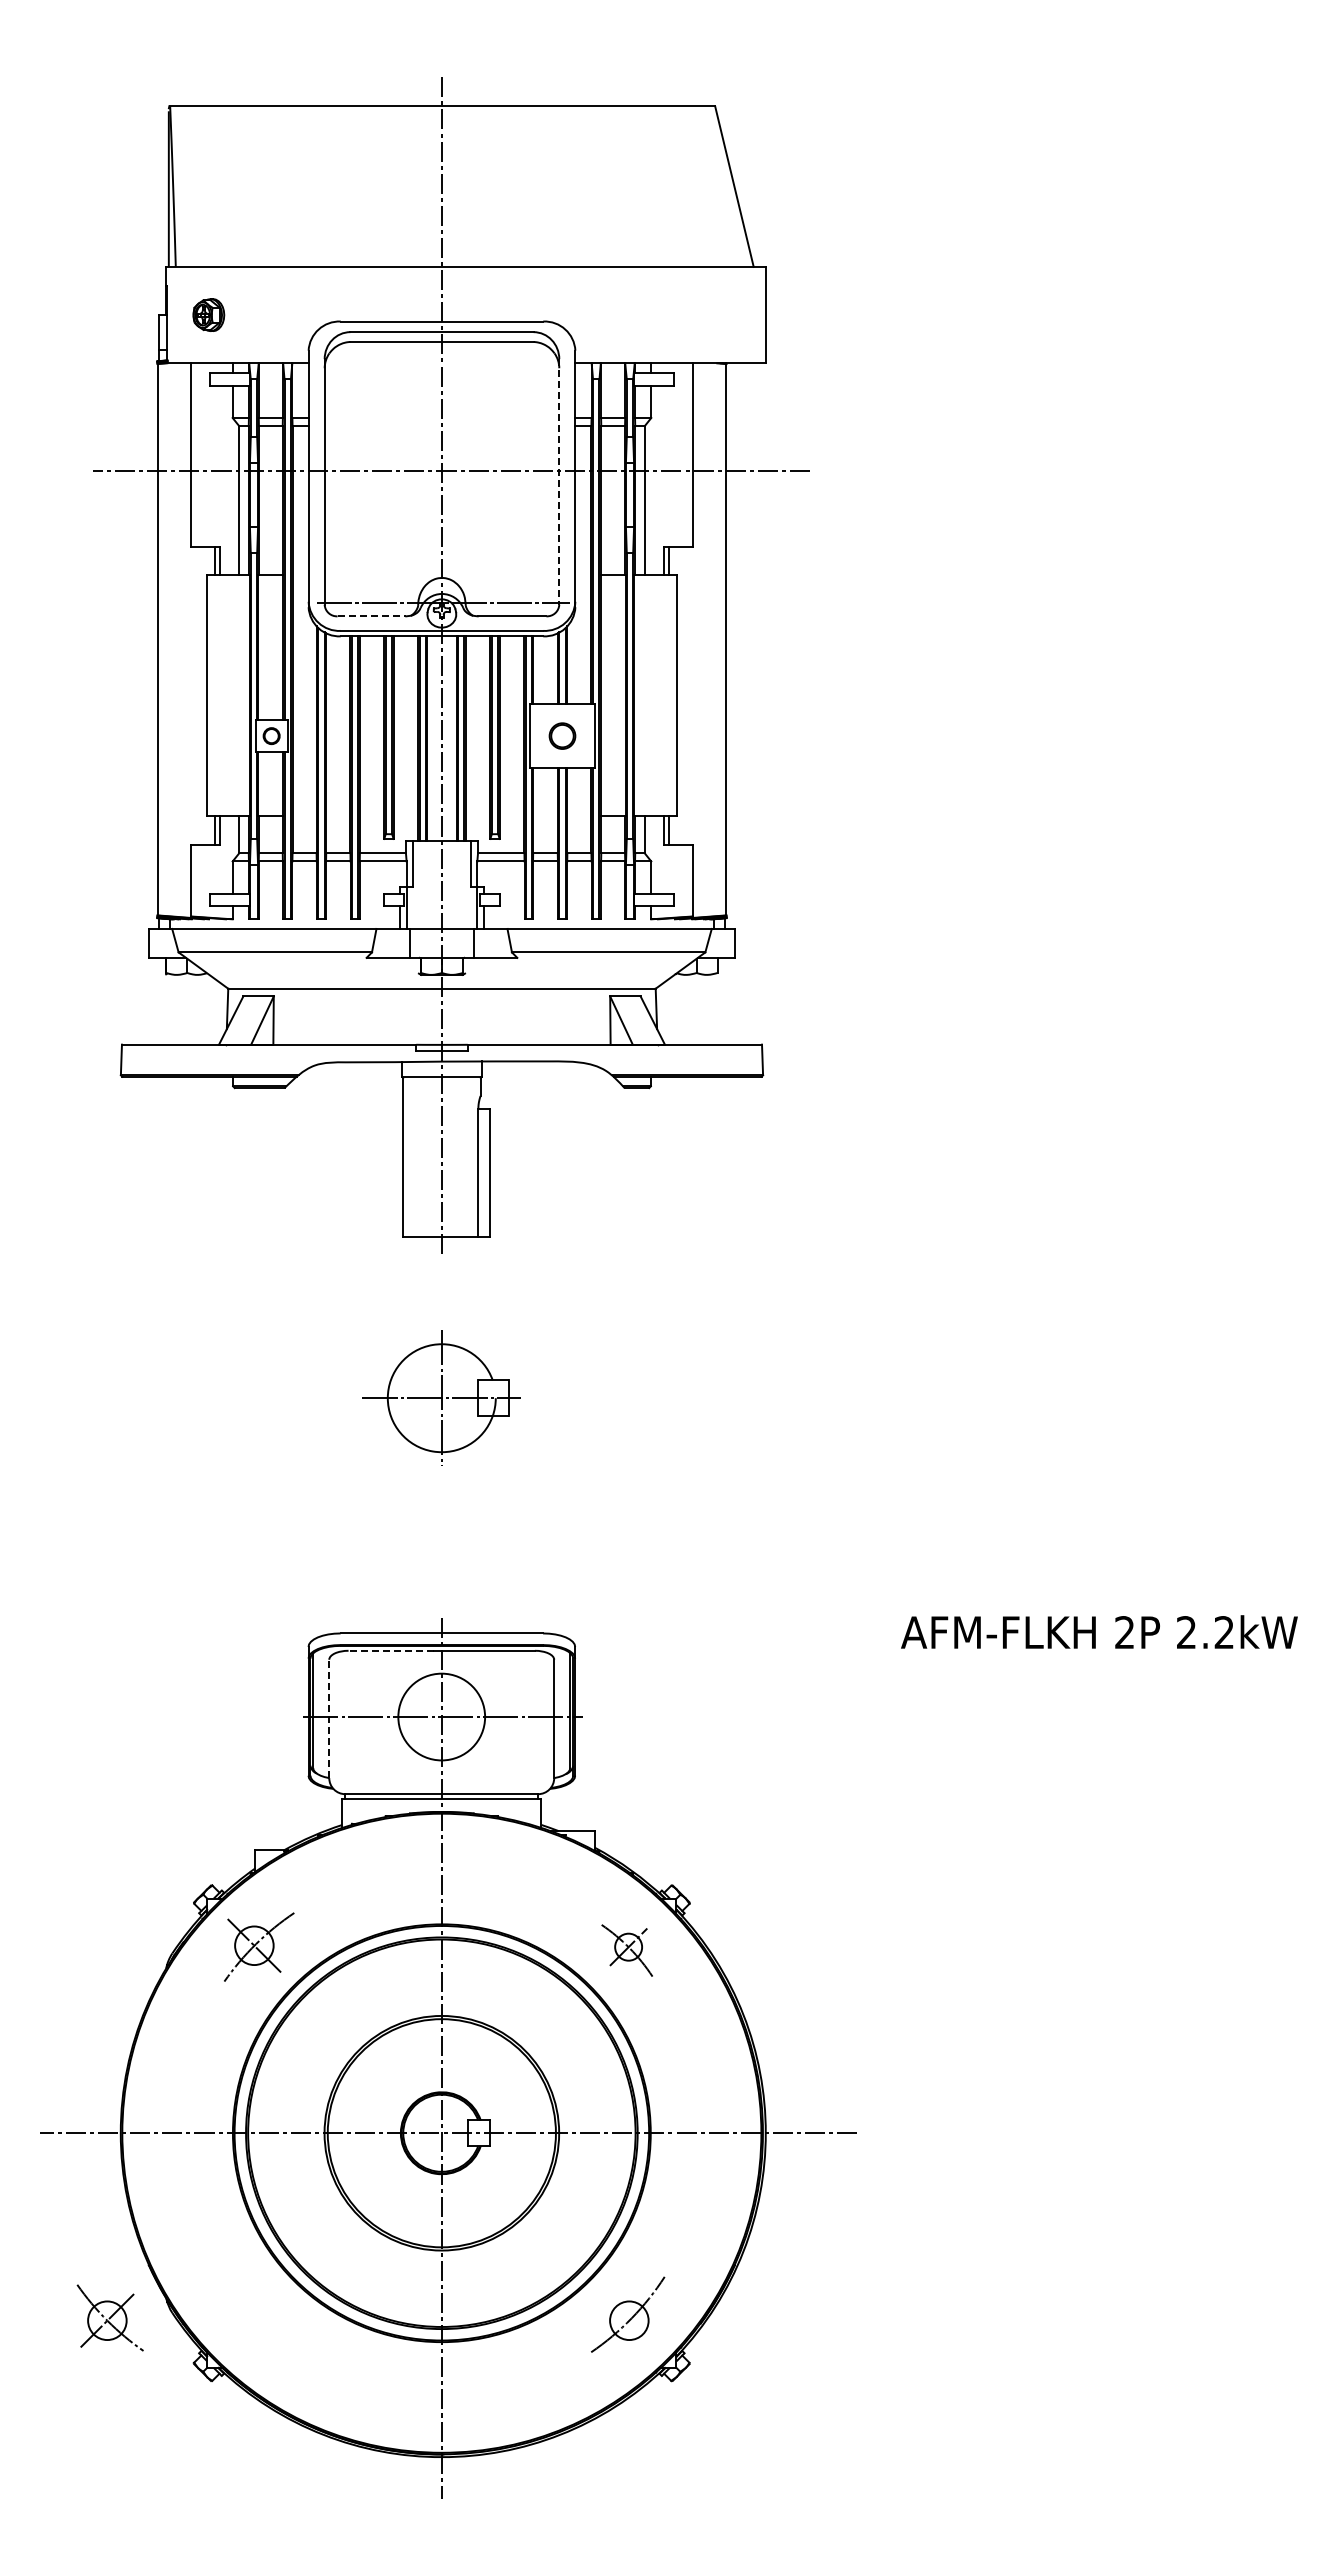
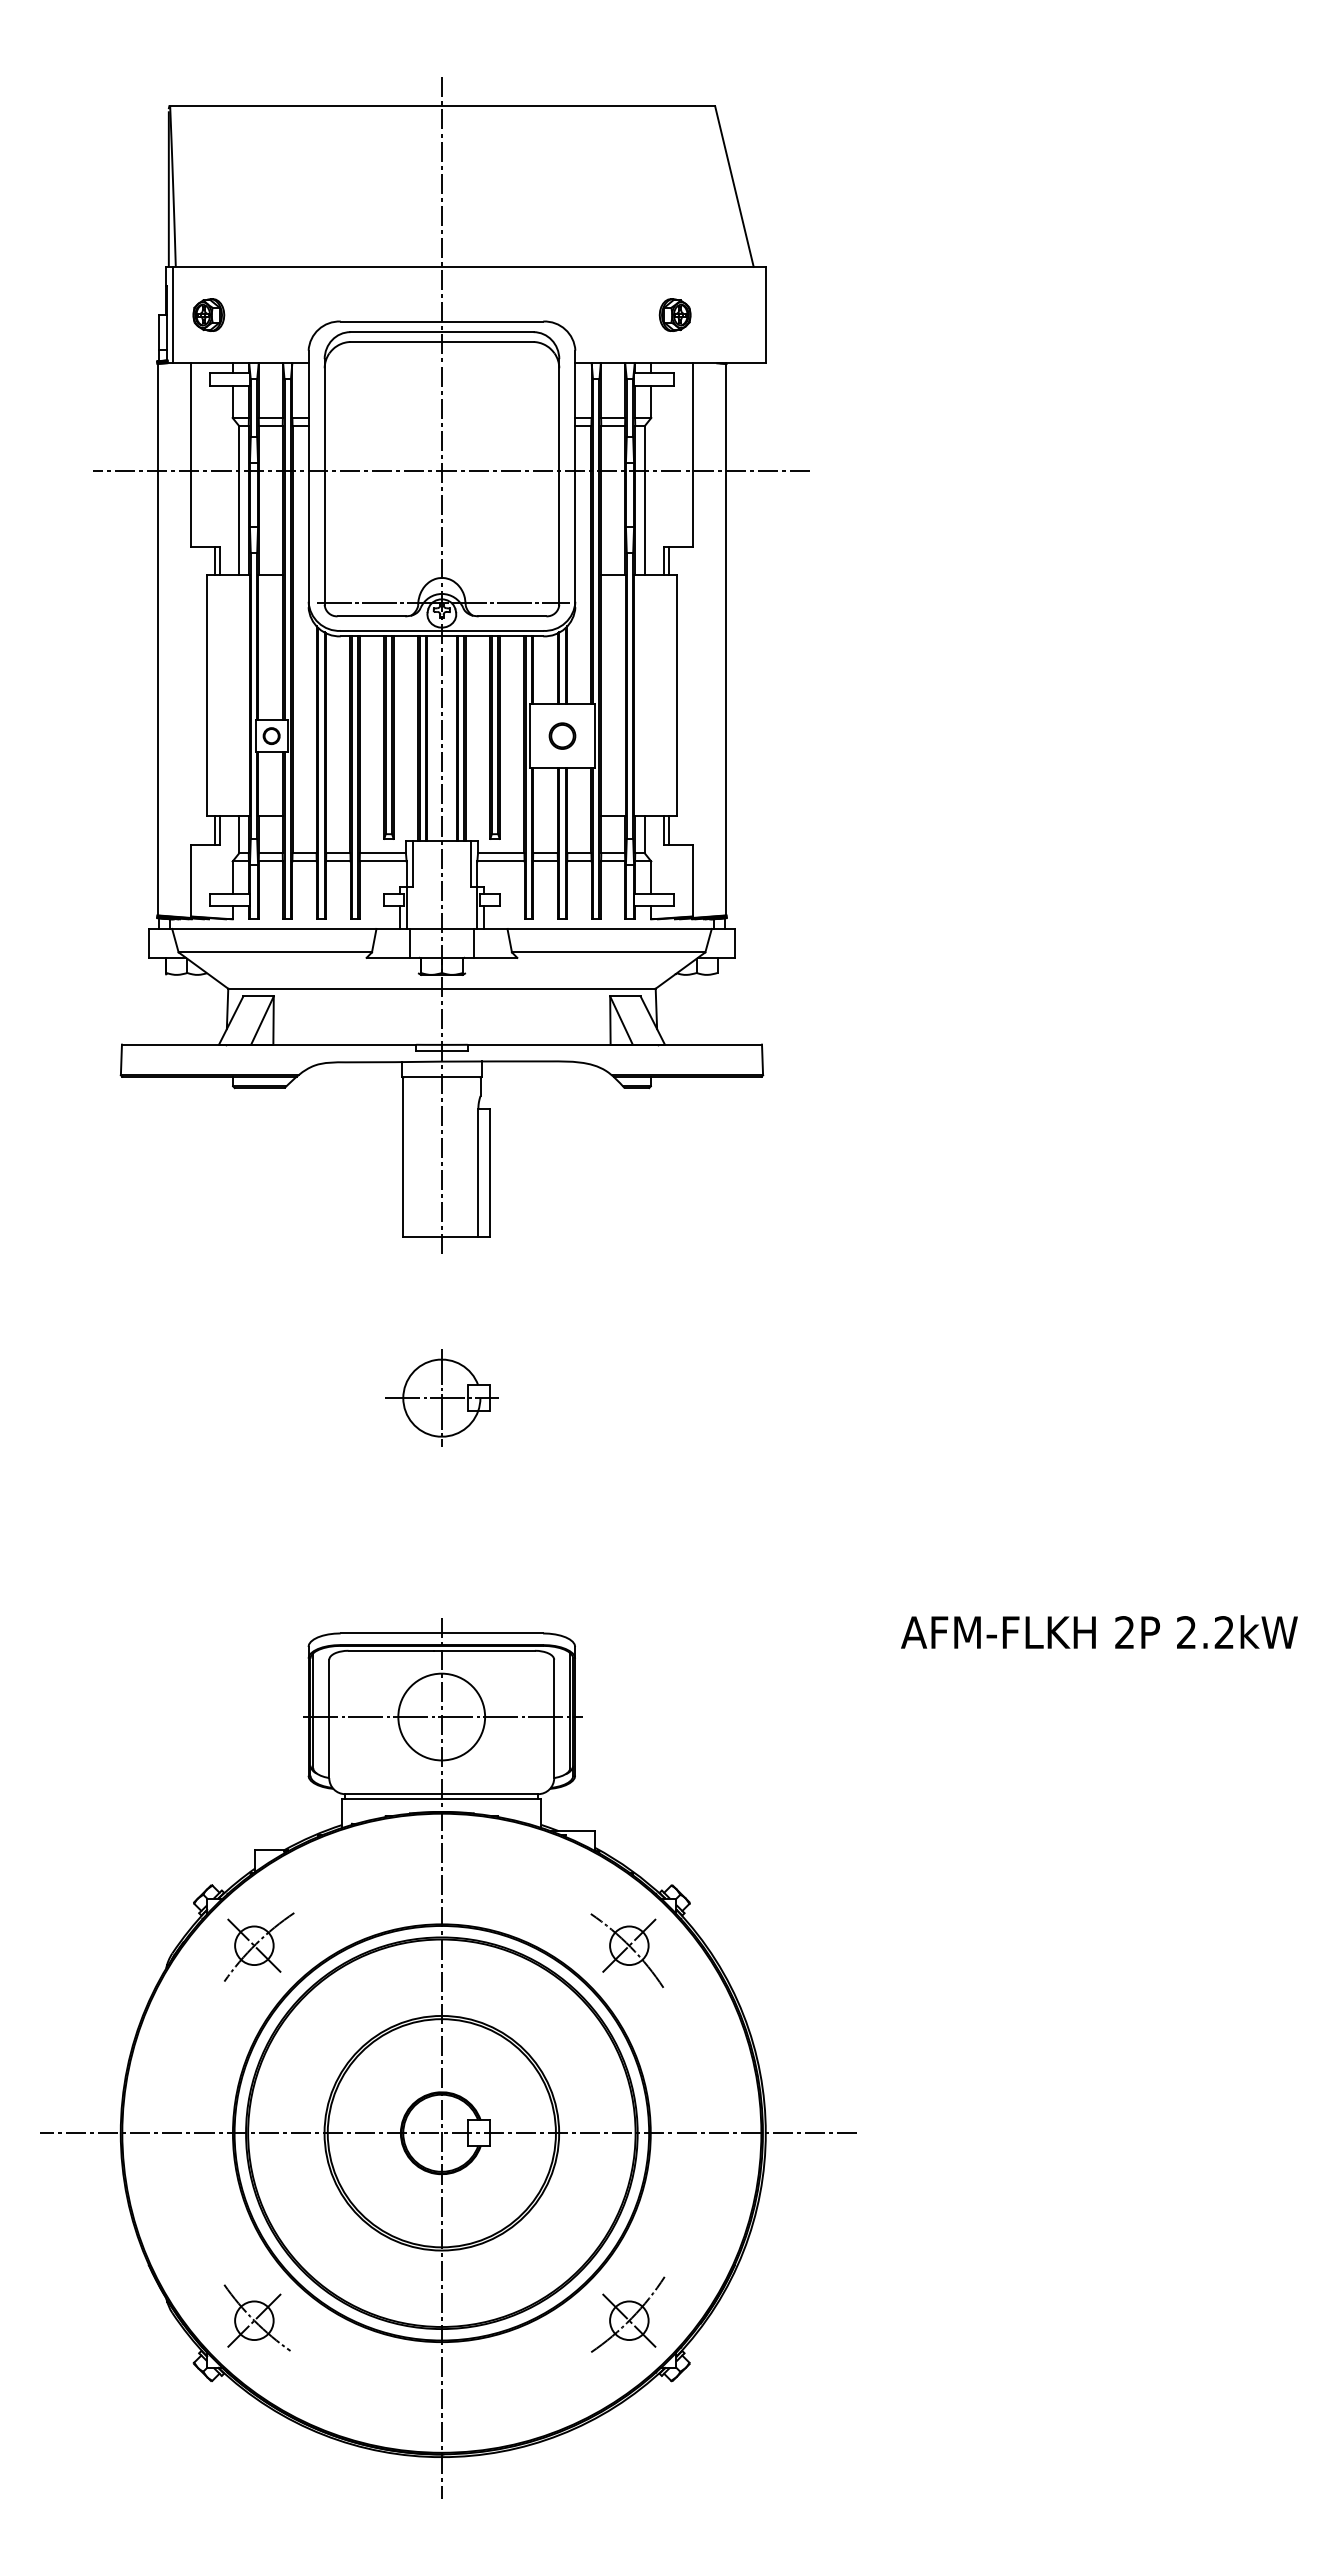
line at (172, 314): none -> present
part at (674, 314): none -> present
line at (559, 481): dashed -> solid
line at (372, 616): dashed -> solid
part at (441, 1397) size: 159x136 px -> 114x98 px
line at (391, 1650): dashed -> solid
line at (329, 1718): dashed -> solid
part at (626, 1950) size: 52x53 px -> 74x75 px
part at (109, 2317) position: (109, 2317) -> (256, 2317)
line at (629, 2320): none -> present
